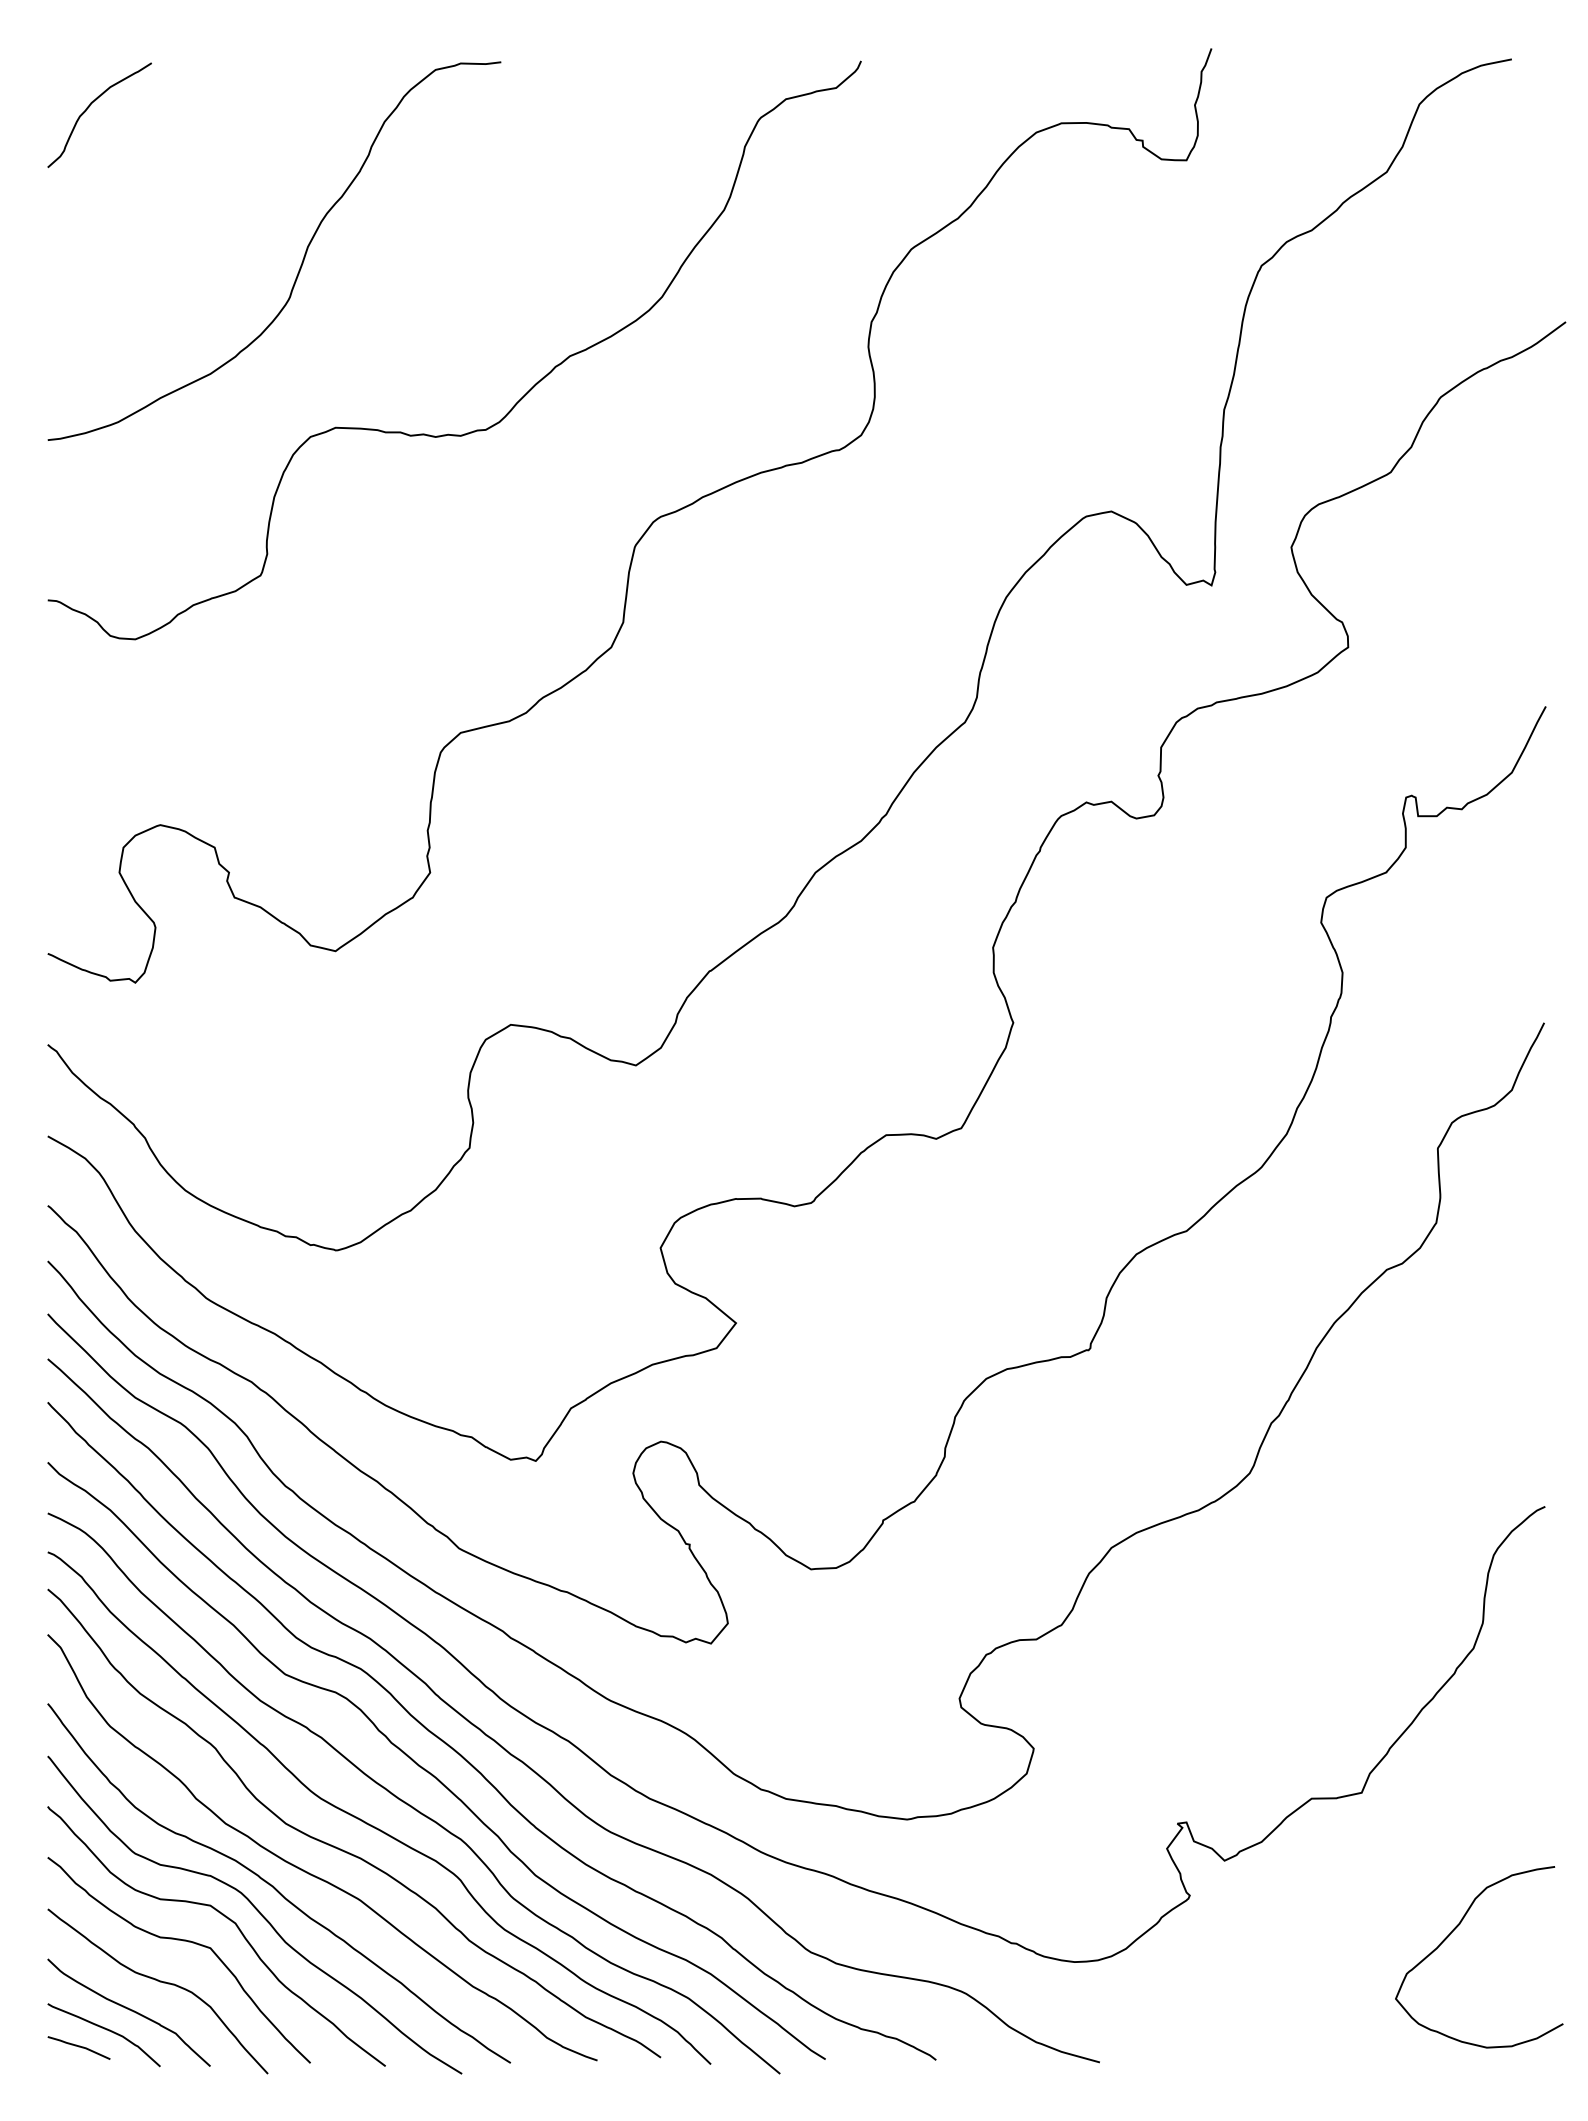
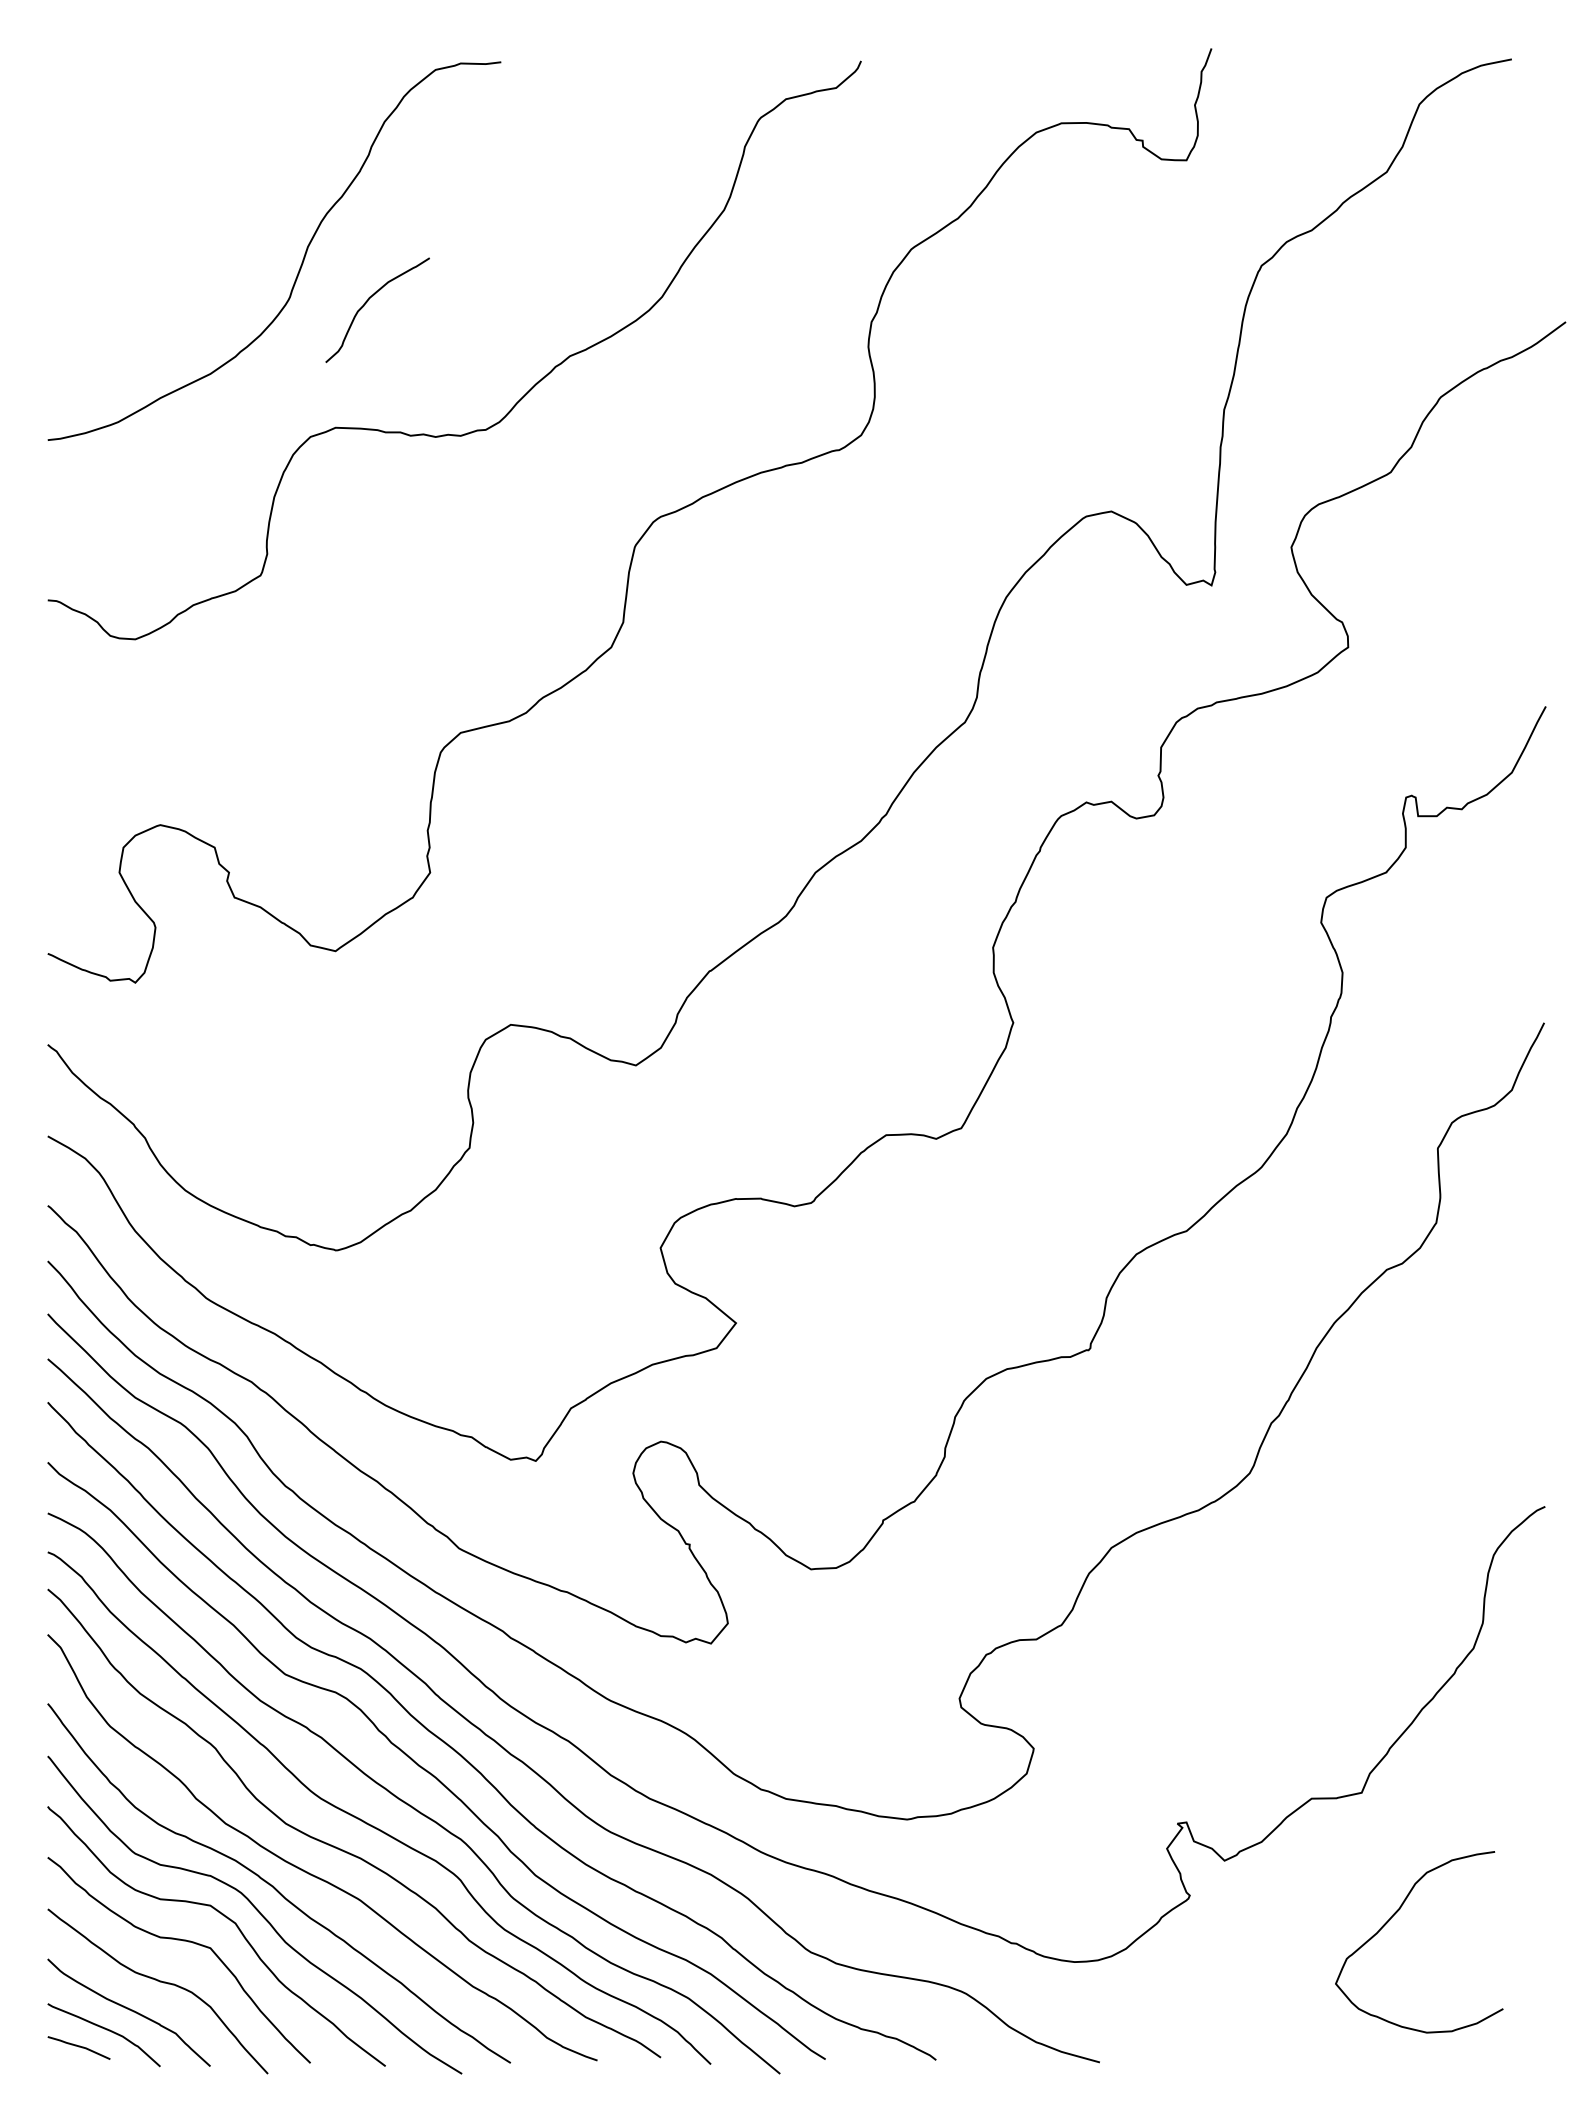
curve at (90, 106) position: (90, 106) -> (368, 301)
curve at (1449, 1936) position: (1449, 1936) -> (1389, 1921)
